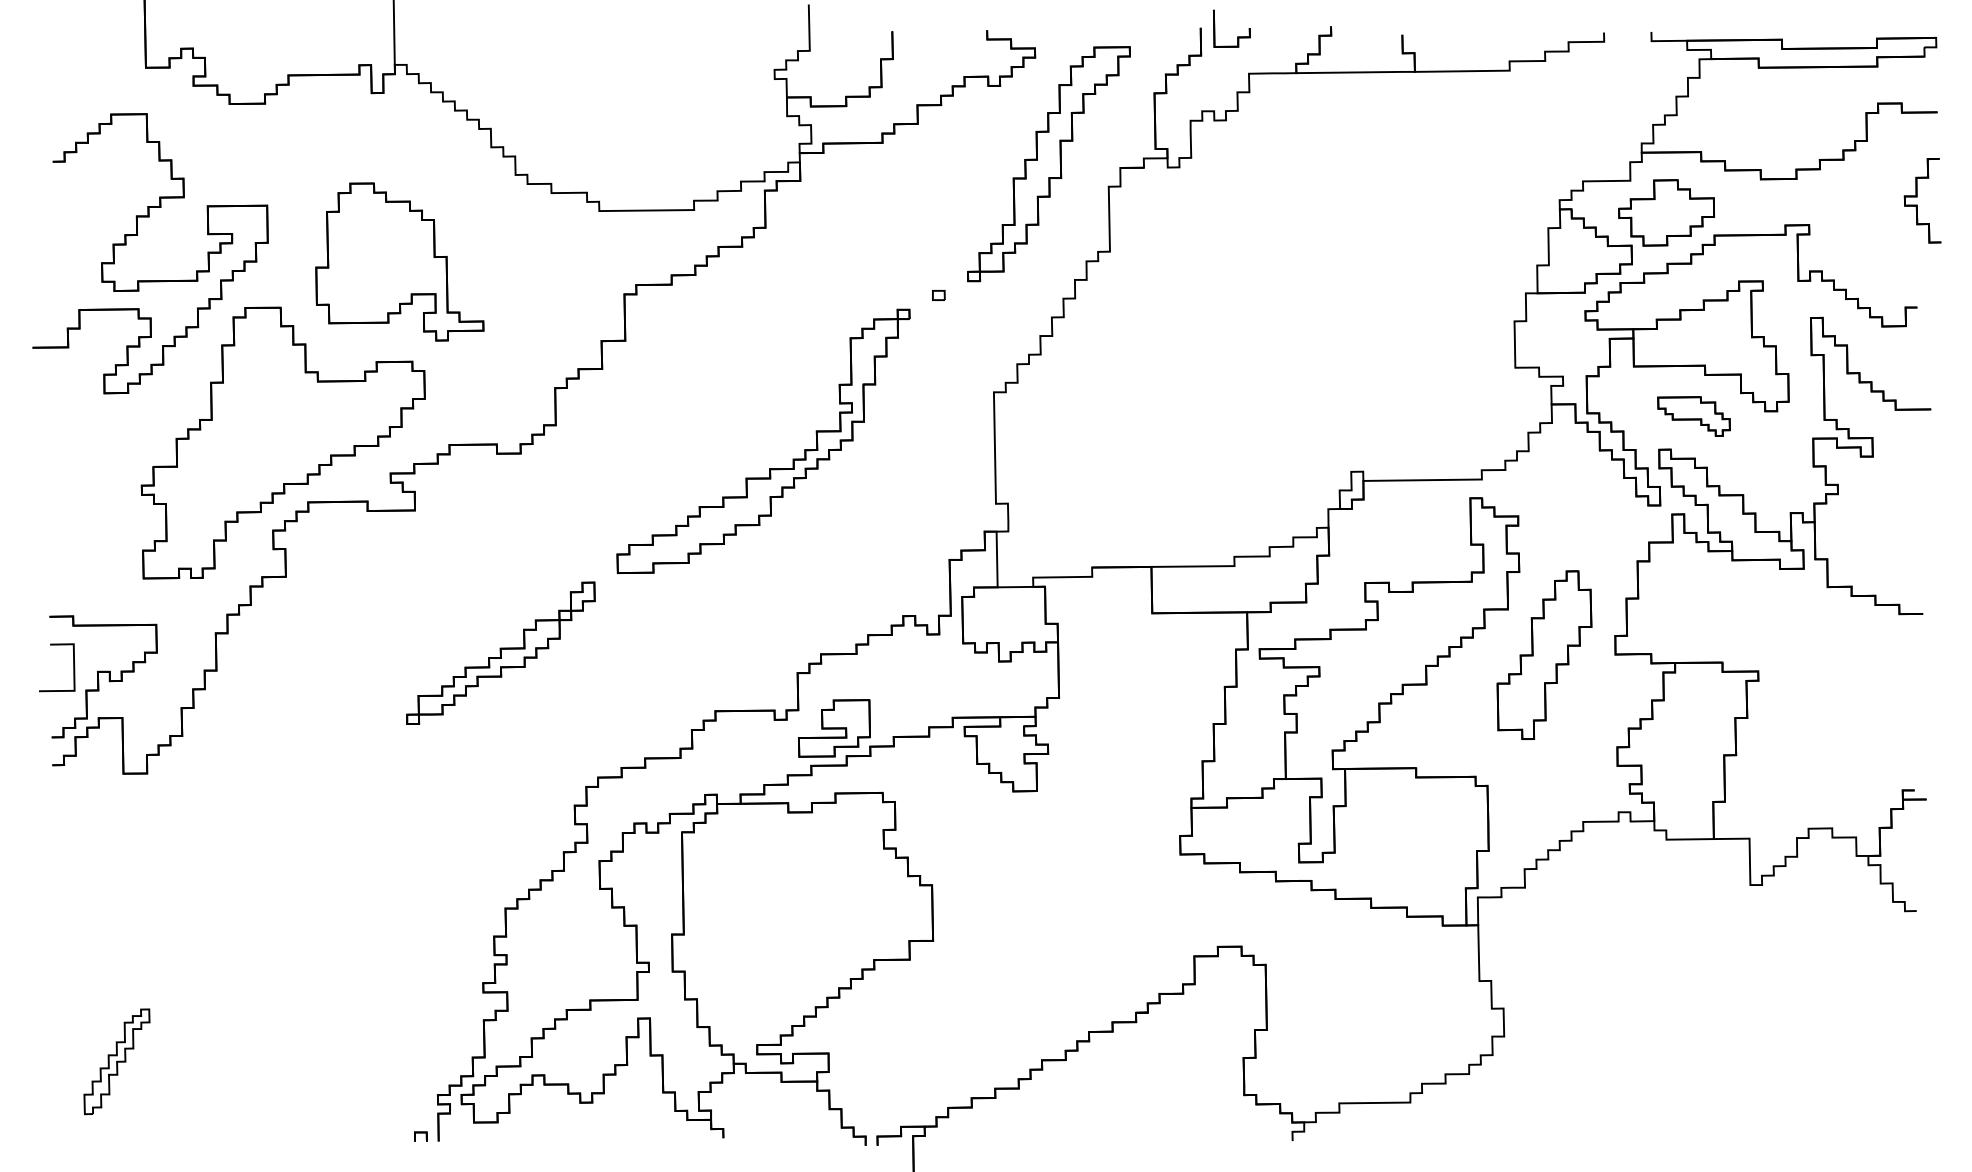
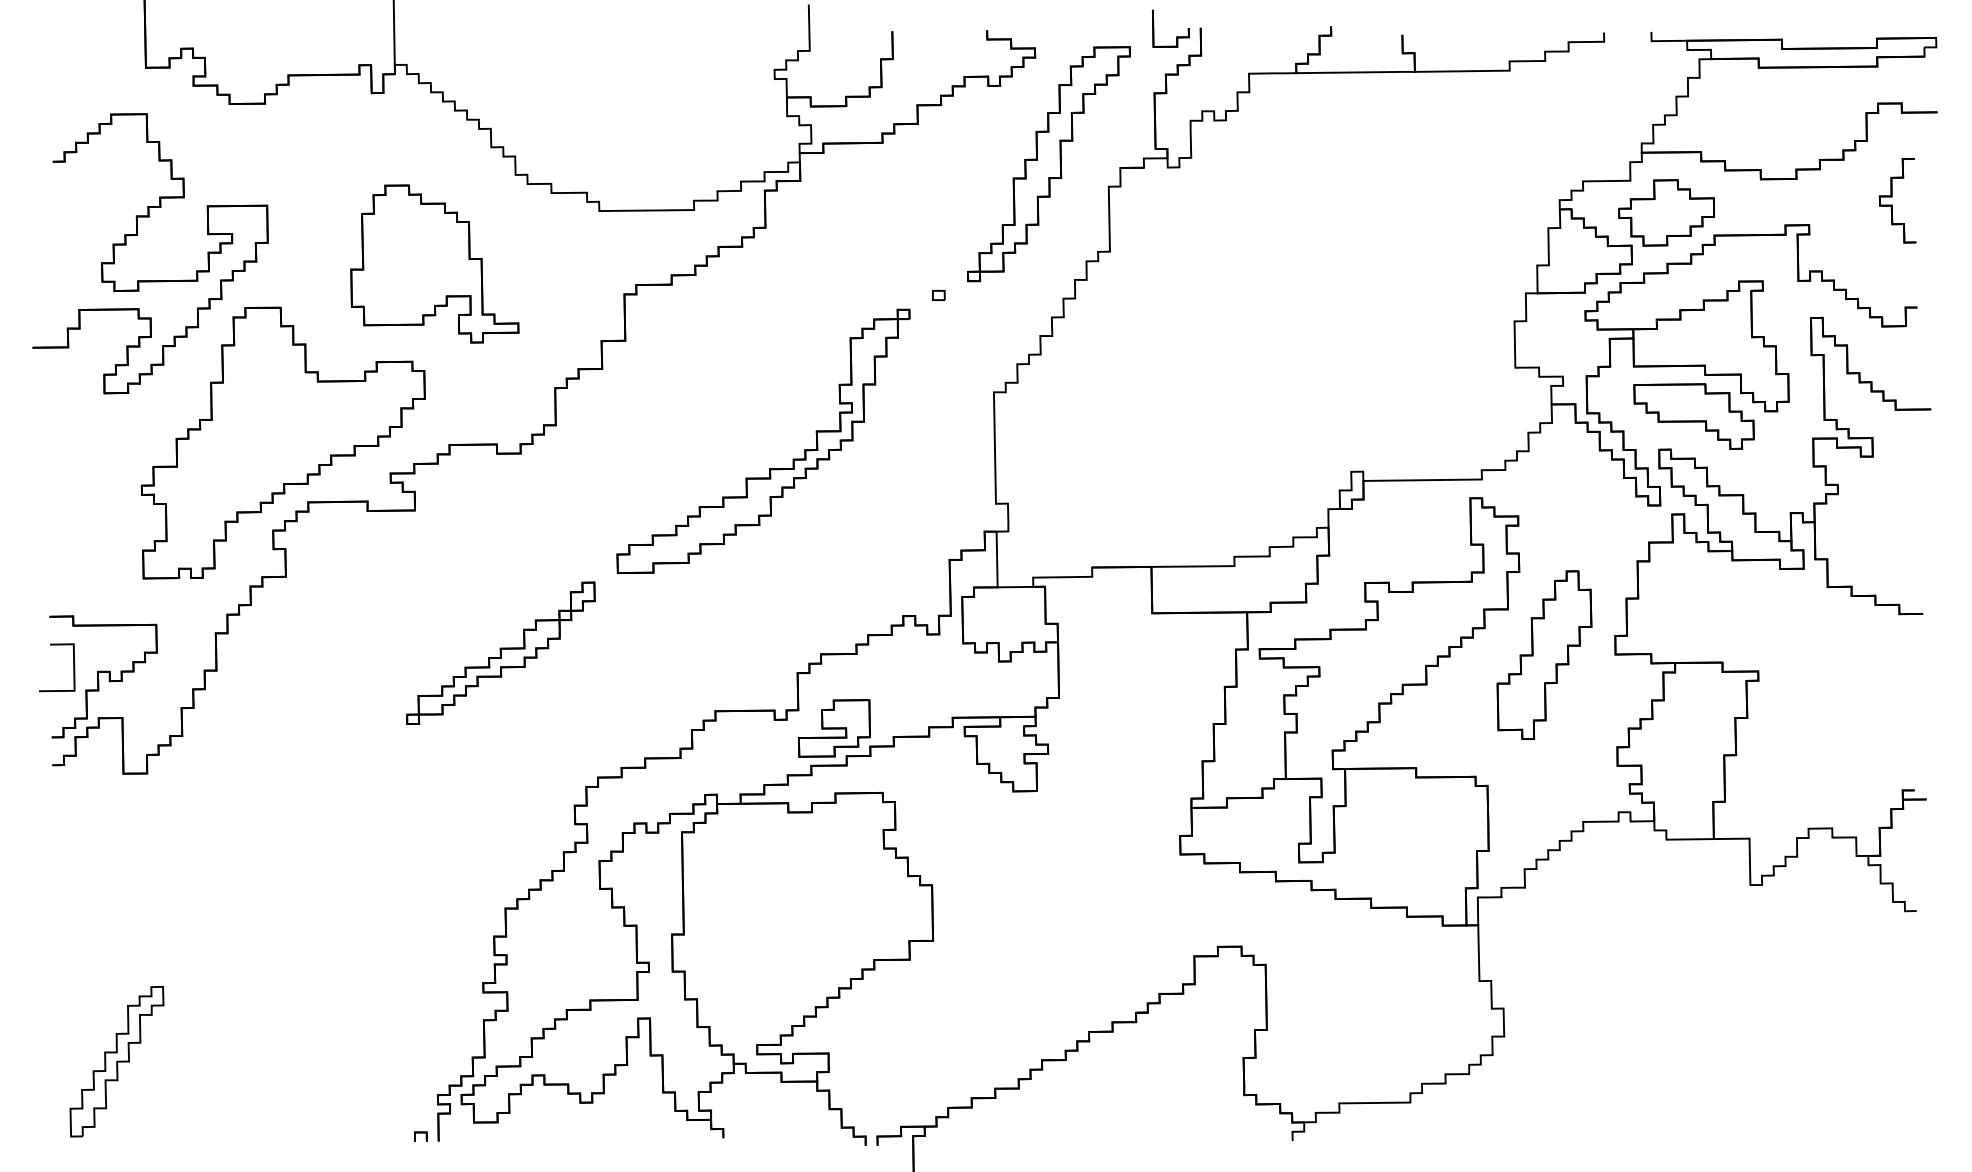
part at (1237, 36) position: (1237, 36) -> (1176, 36)
part at (1922, 200) position: (1922, 200) -> (1897, 200)
part at (399, 261) position: (399, 261) -> (434, 263)
part at (1693, 416) size: 74x41 px -> 122x67 px
part at (116, 1061) size: 68x108 px -> 96x152 px
